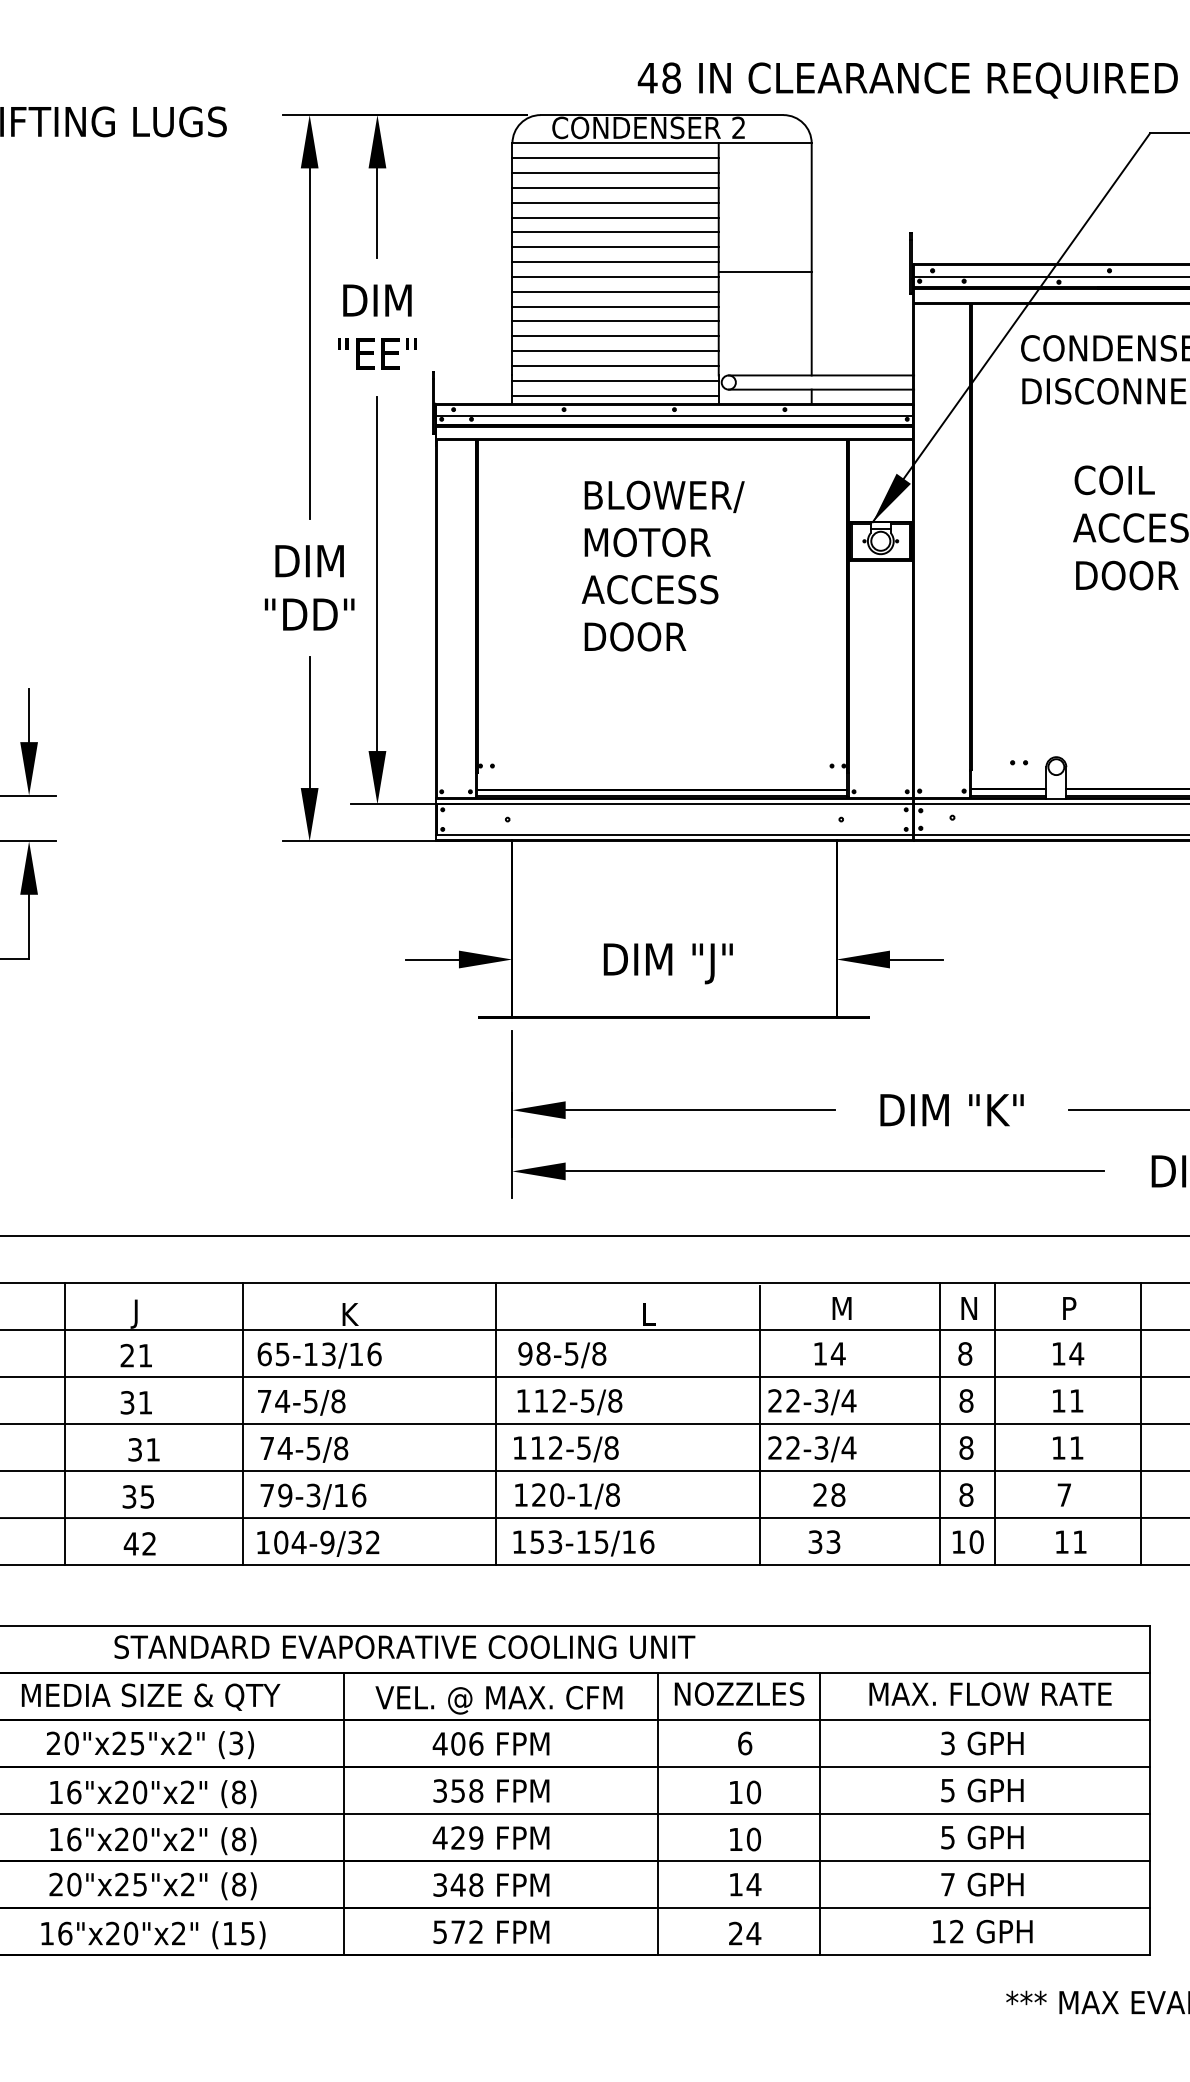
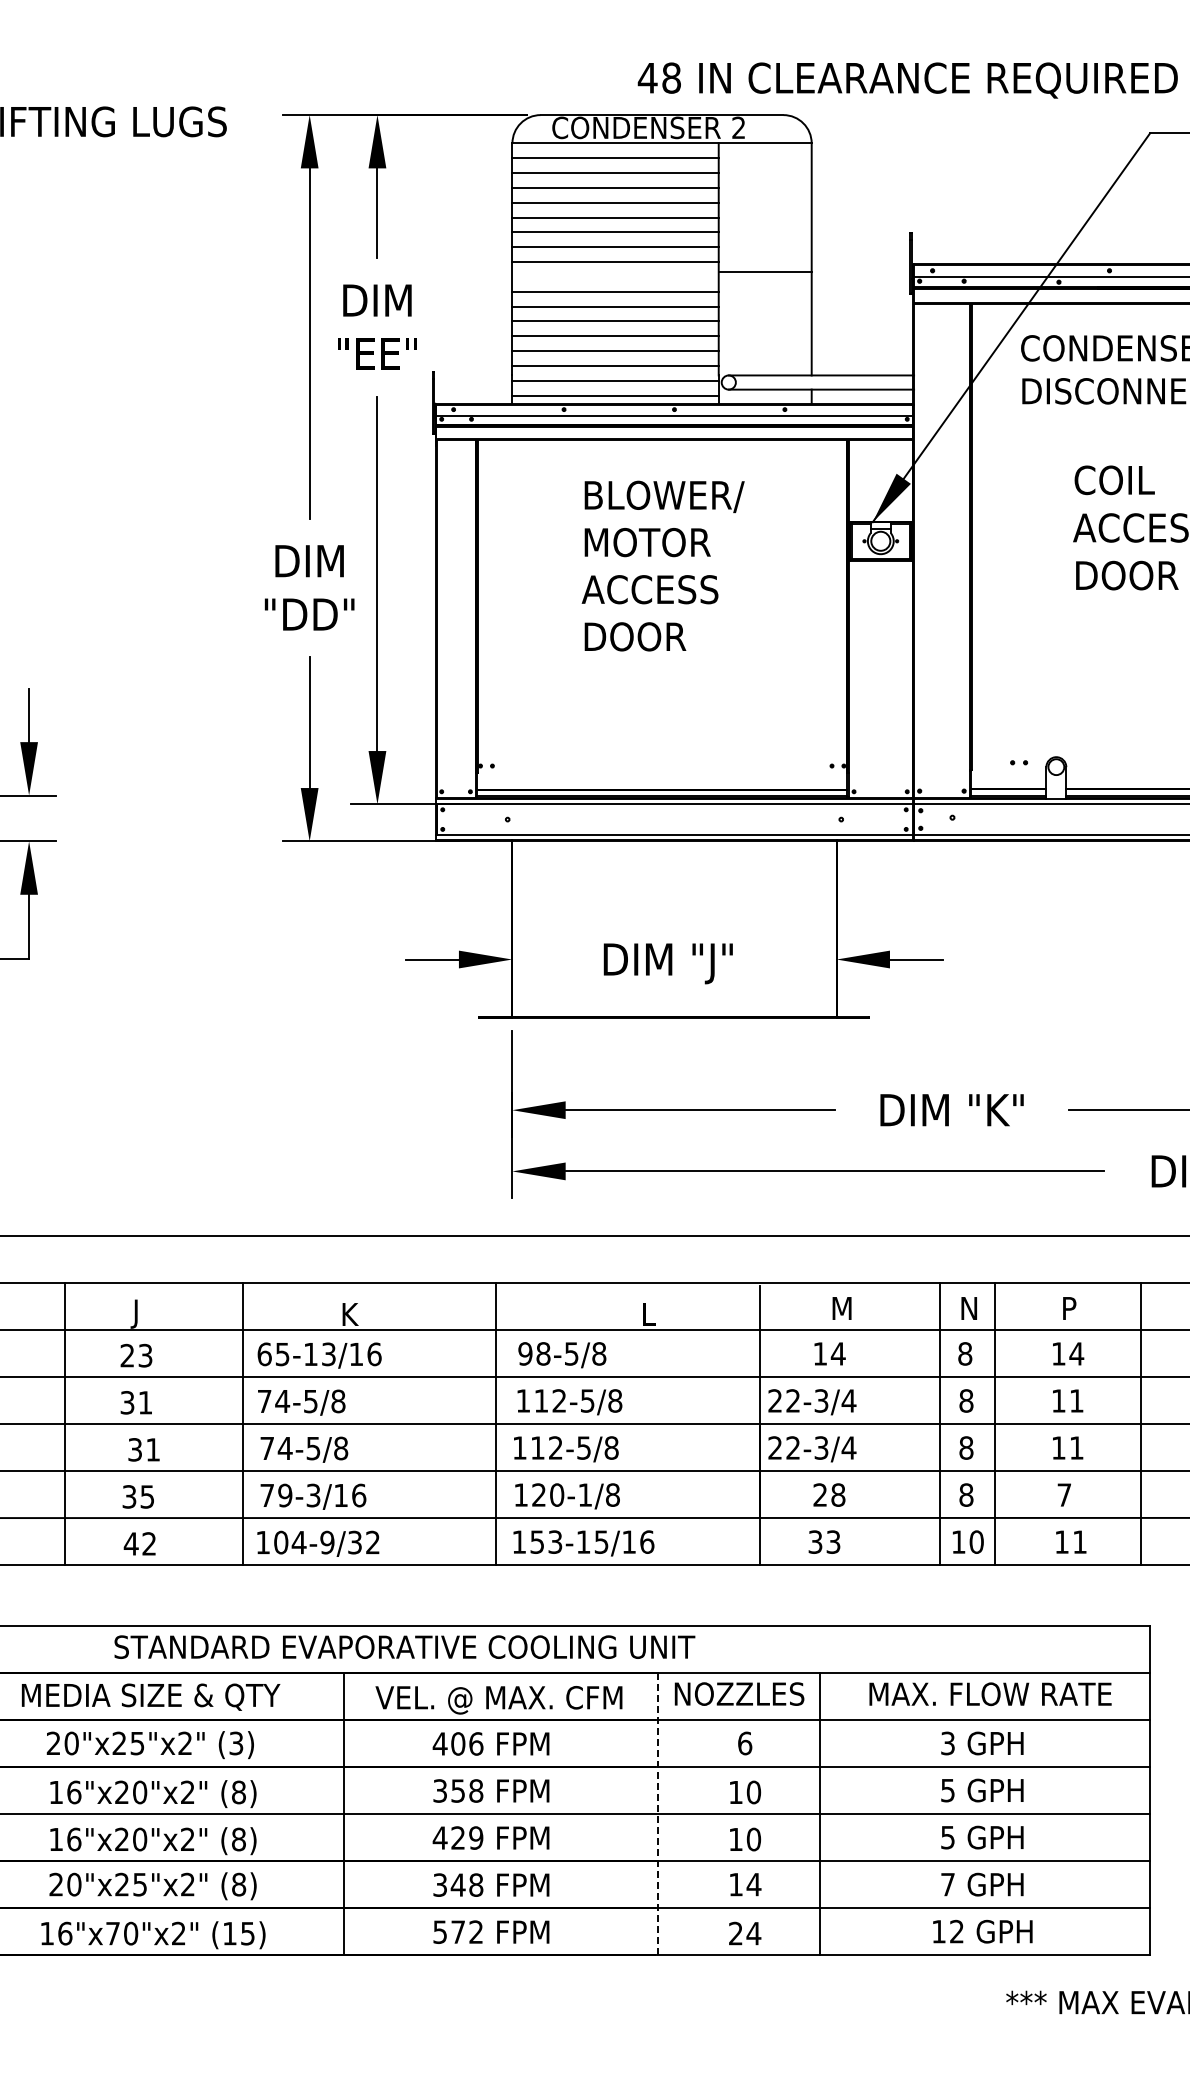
line at (615, 276): present -> none
text at (145, 1355): 21 -> 23
line at (658, 1814): solid -> dashed
text at (112, 1933): 16"x20"x2" -> 16"x70"x2"
